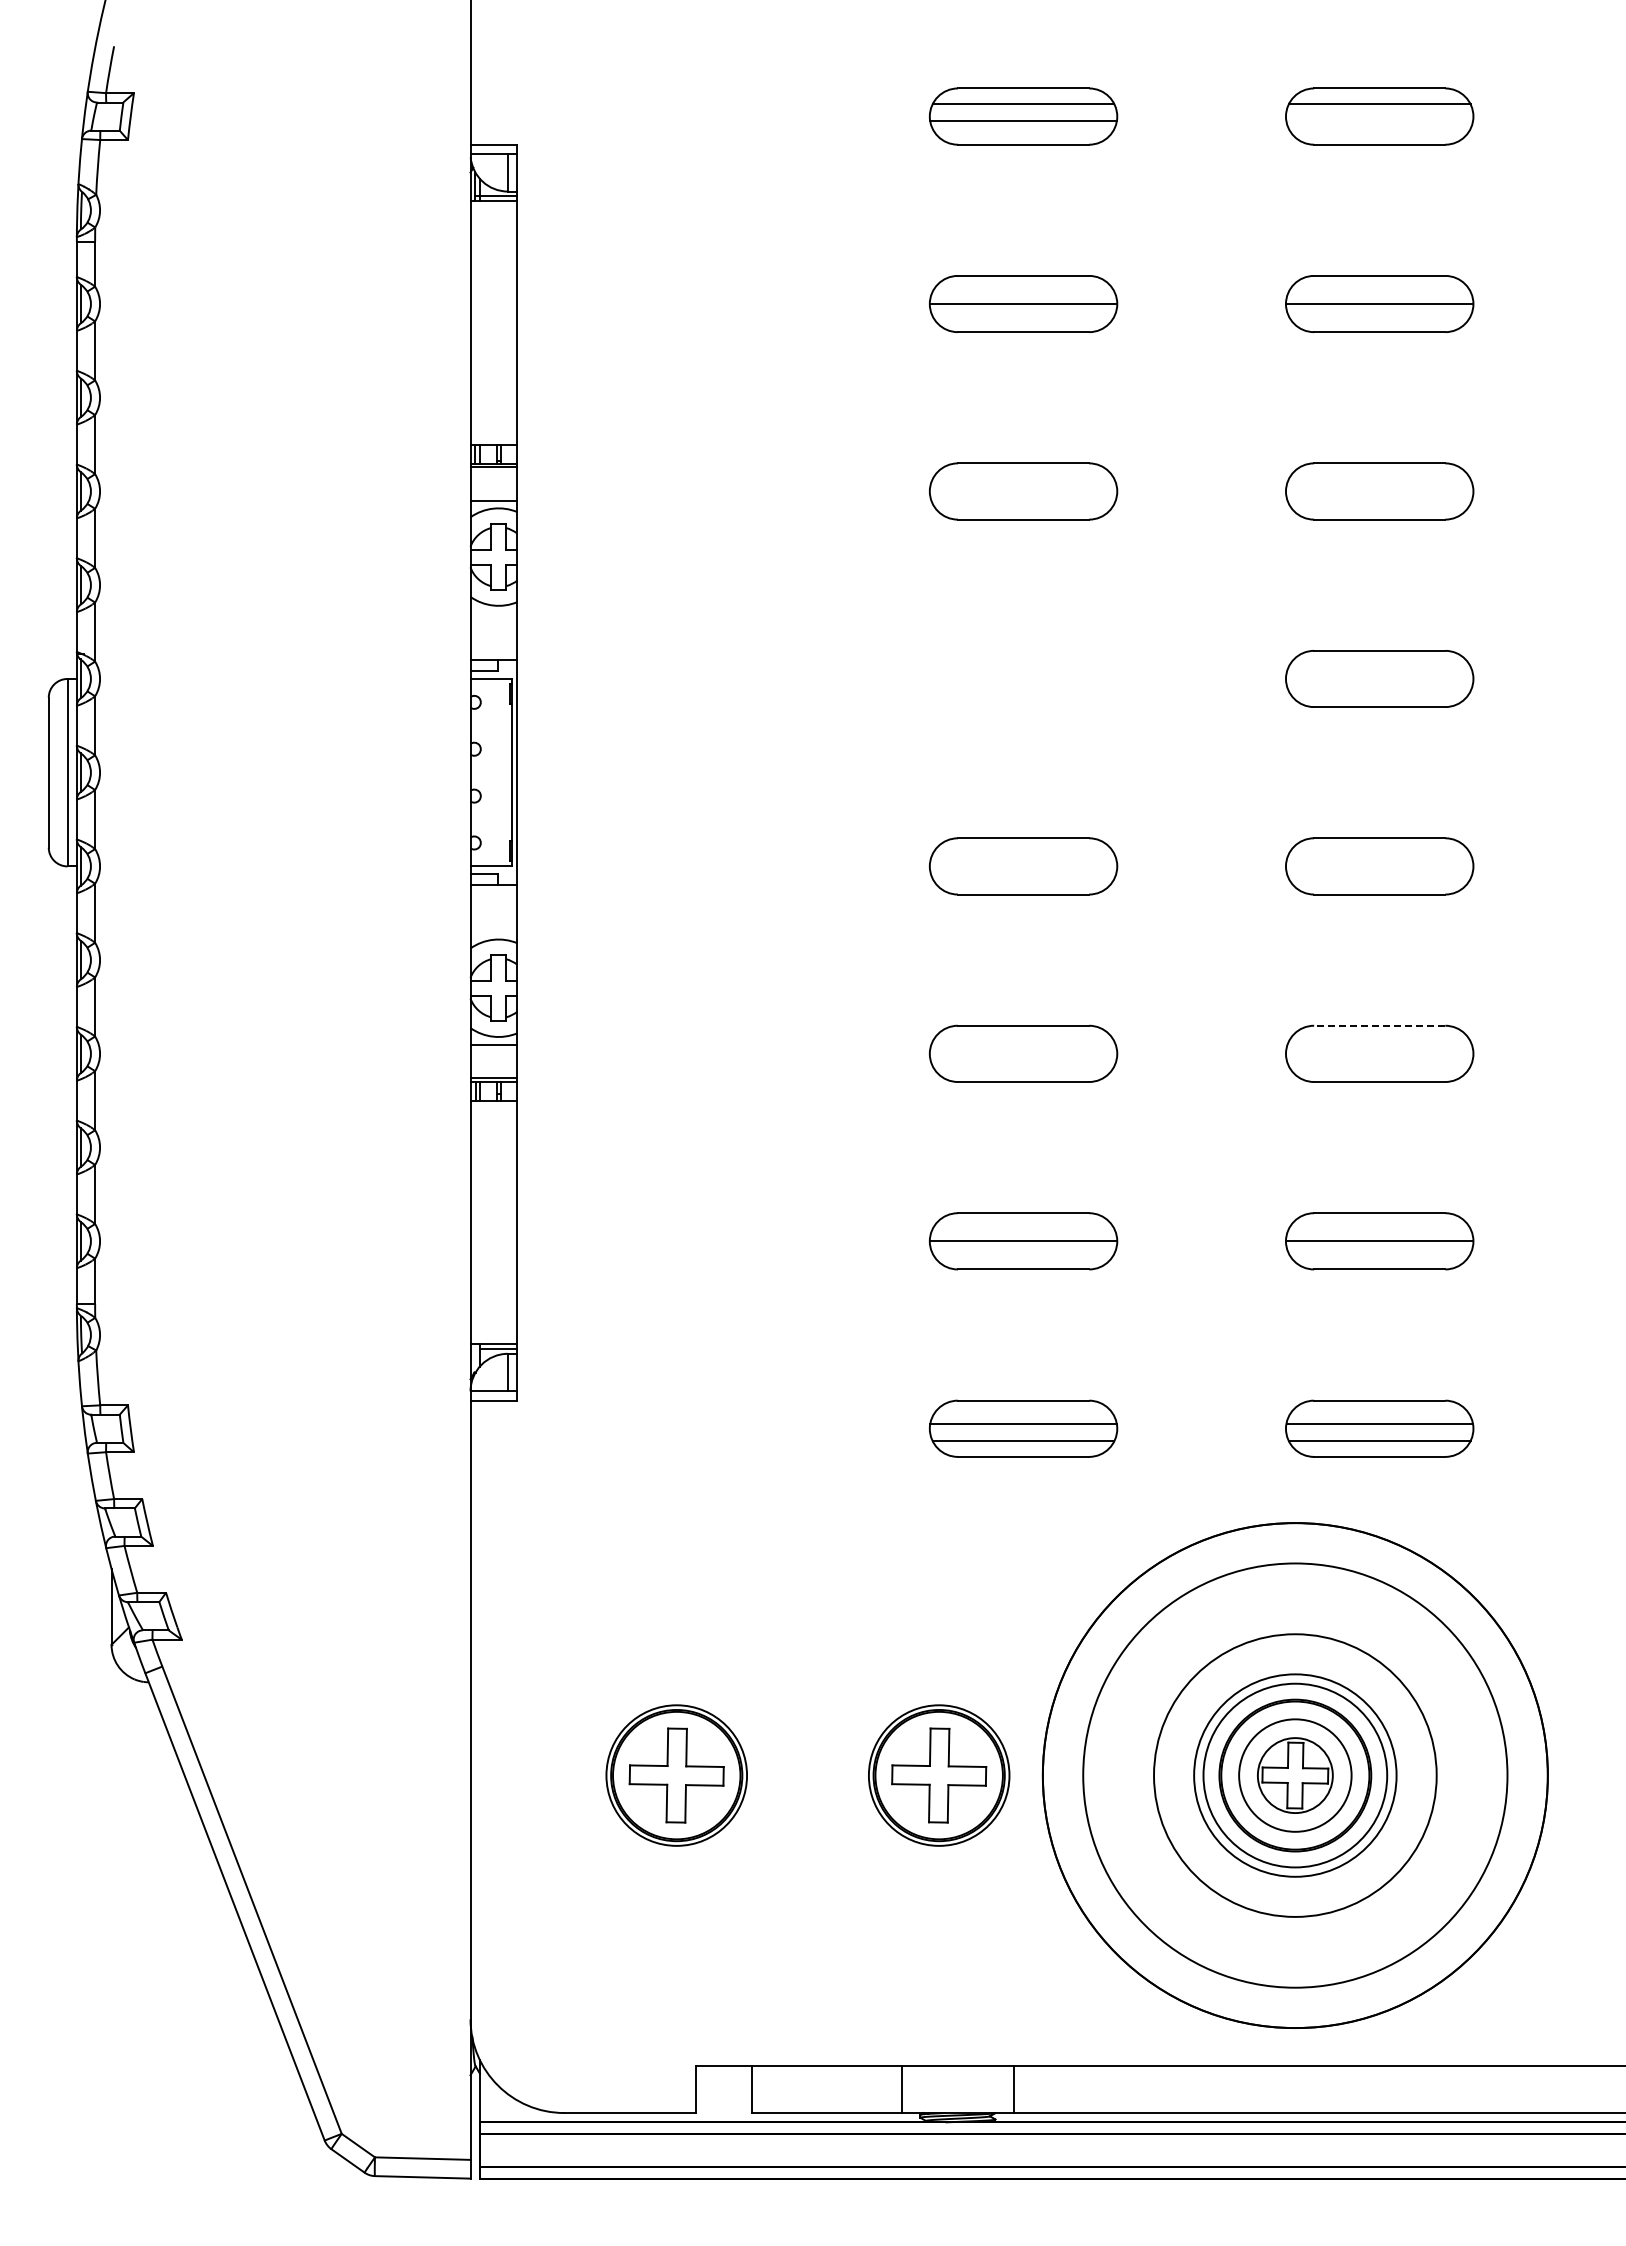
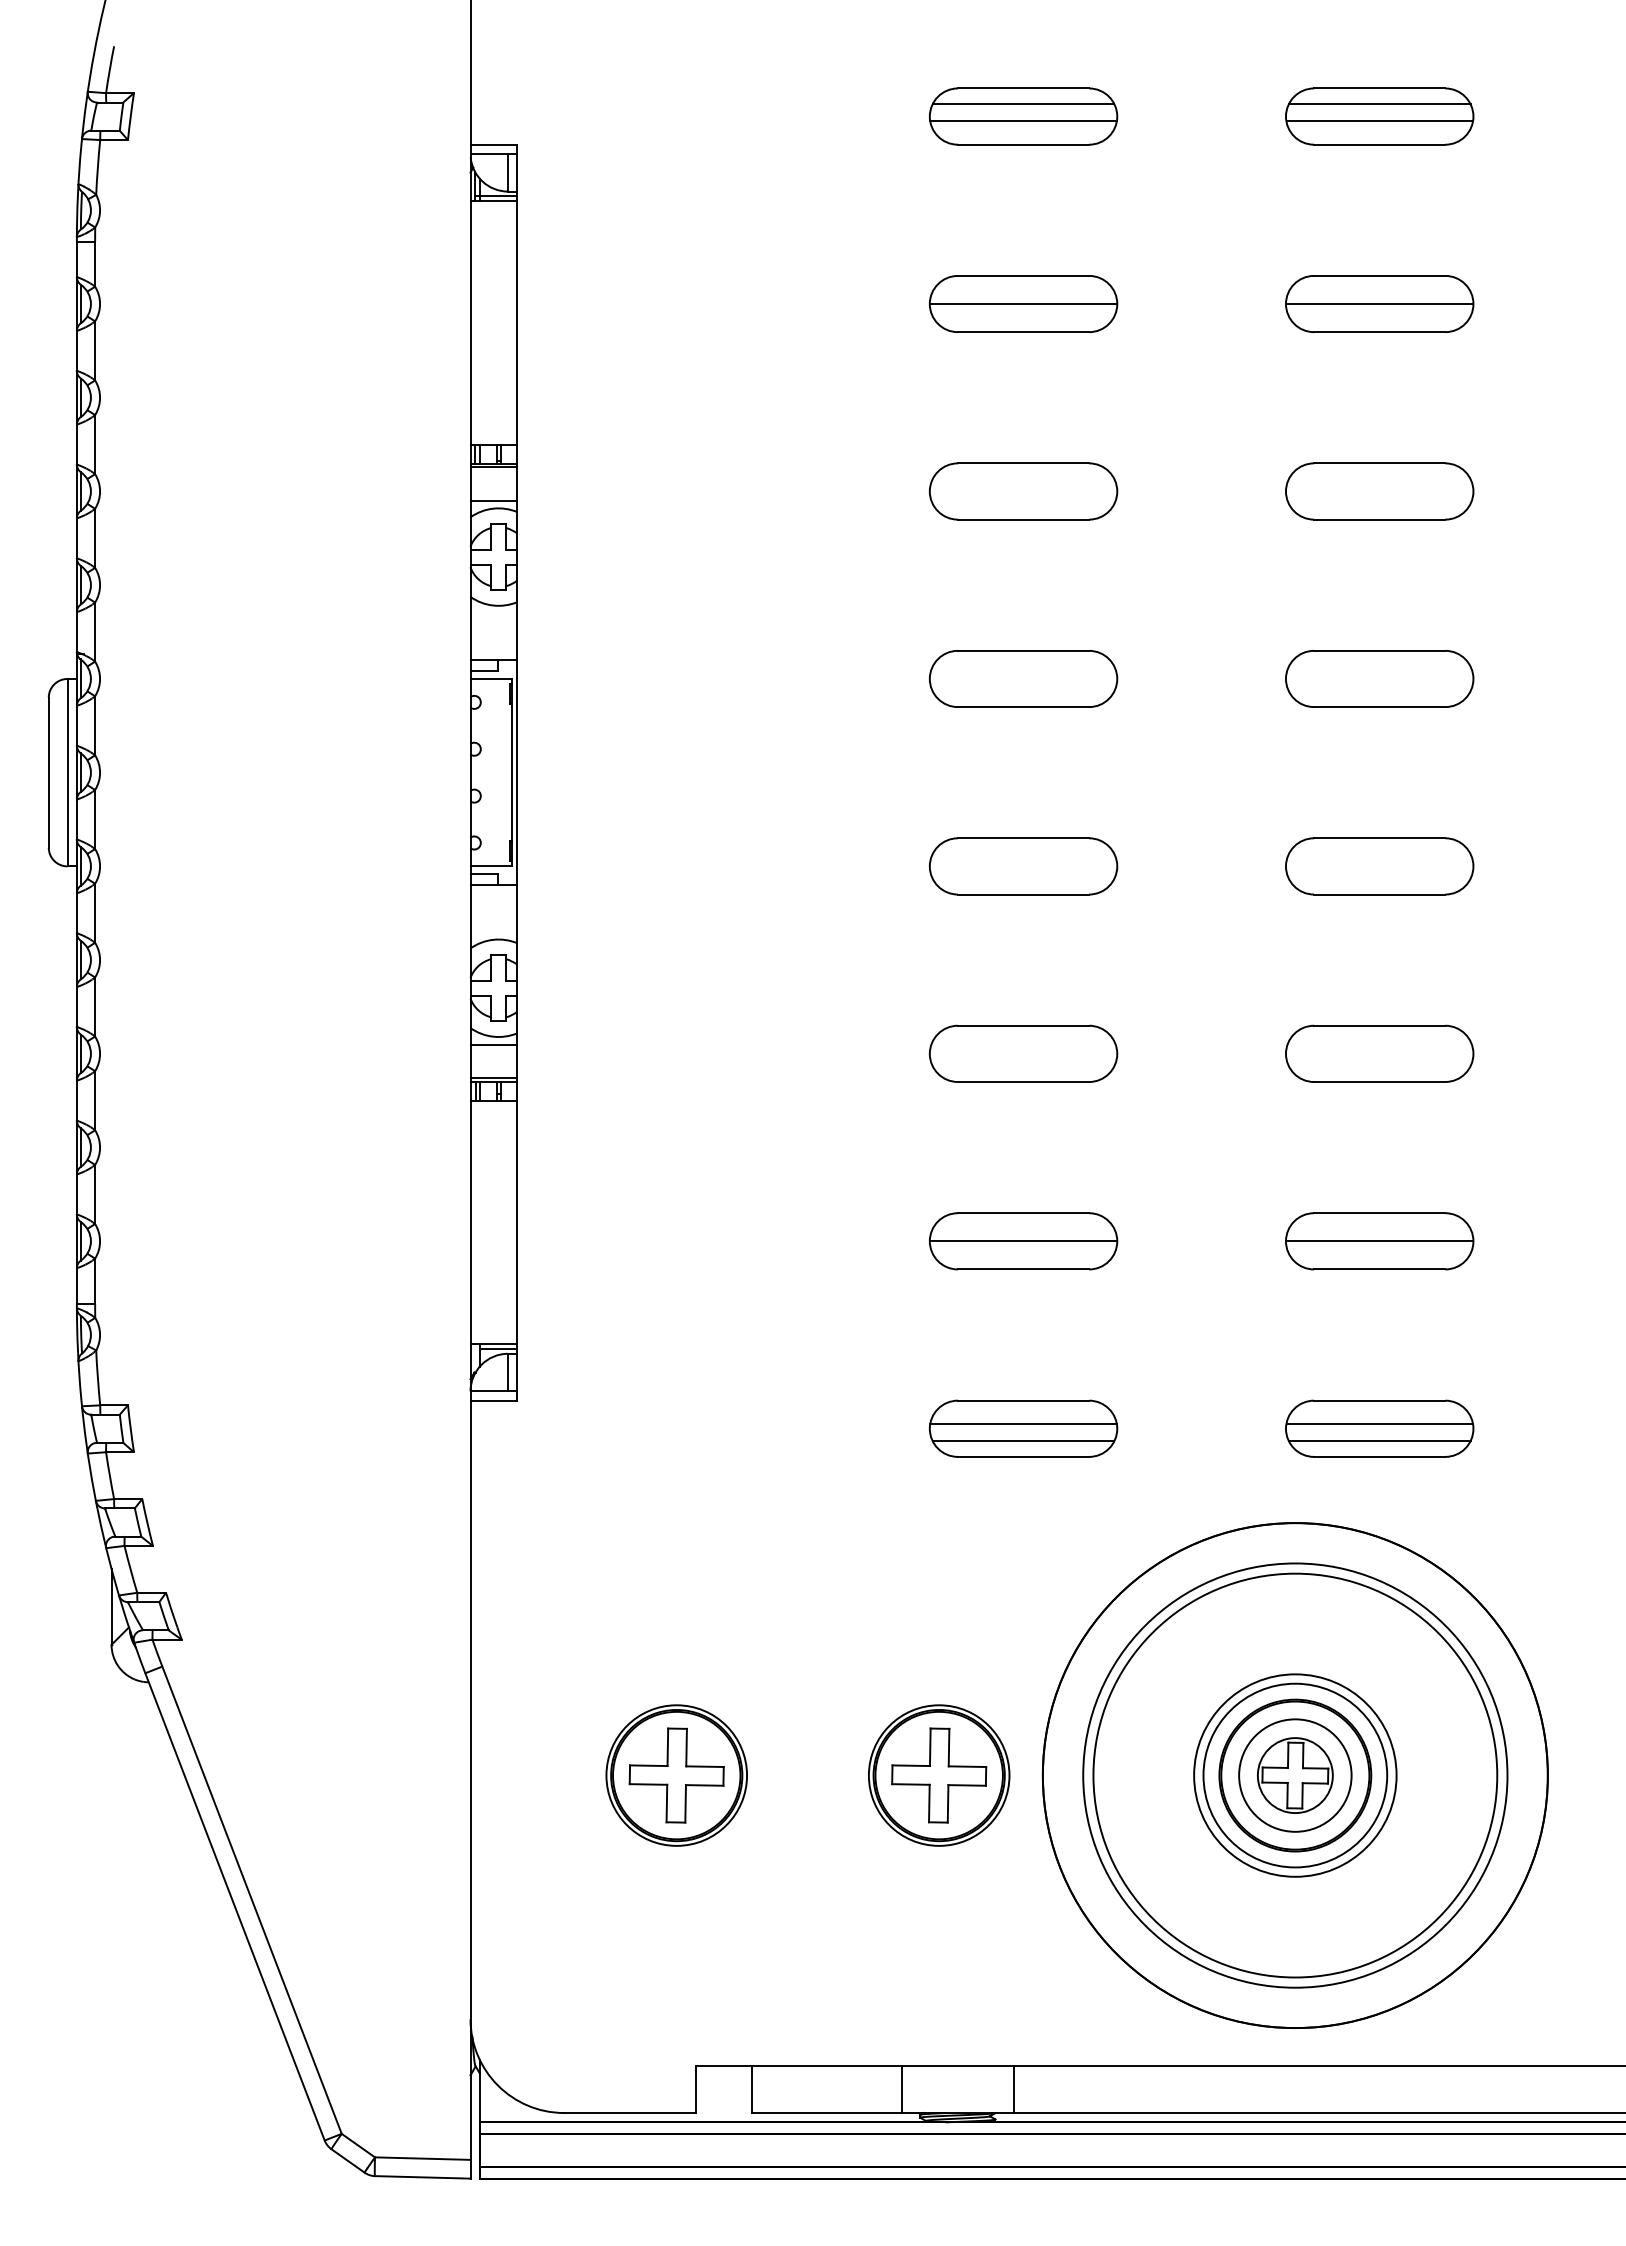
line at (1379, 121): none -> present
part at (1023, 678): none -> present
line at (1379, 1025): dashed -> solid
circle at (1295, 1775) diameter: 283 px -> 404 px
